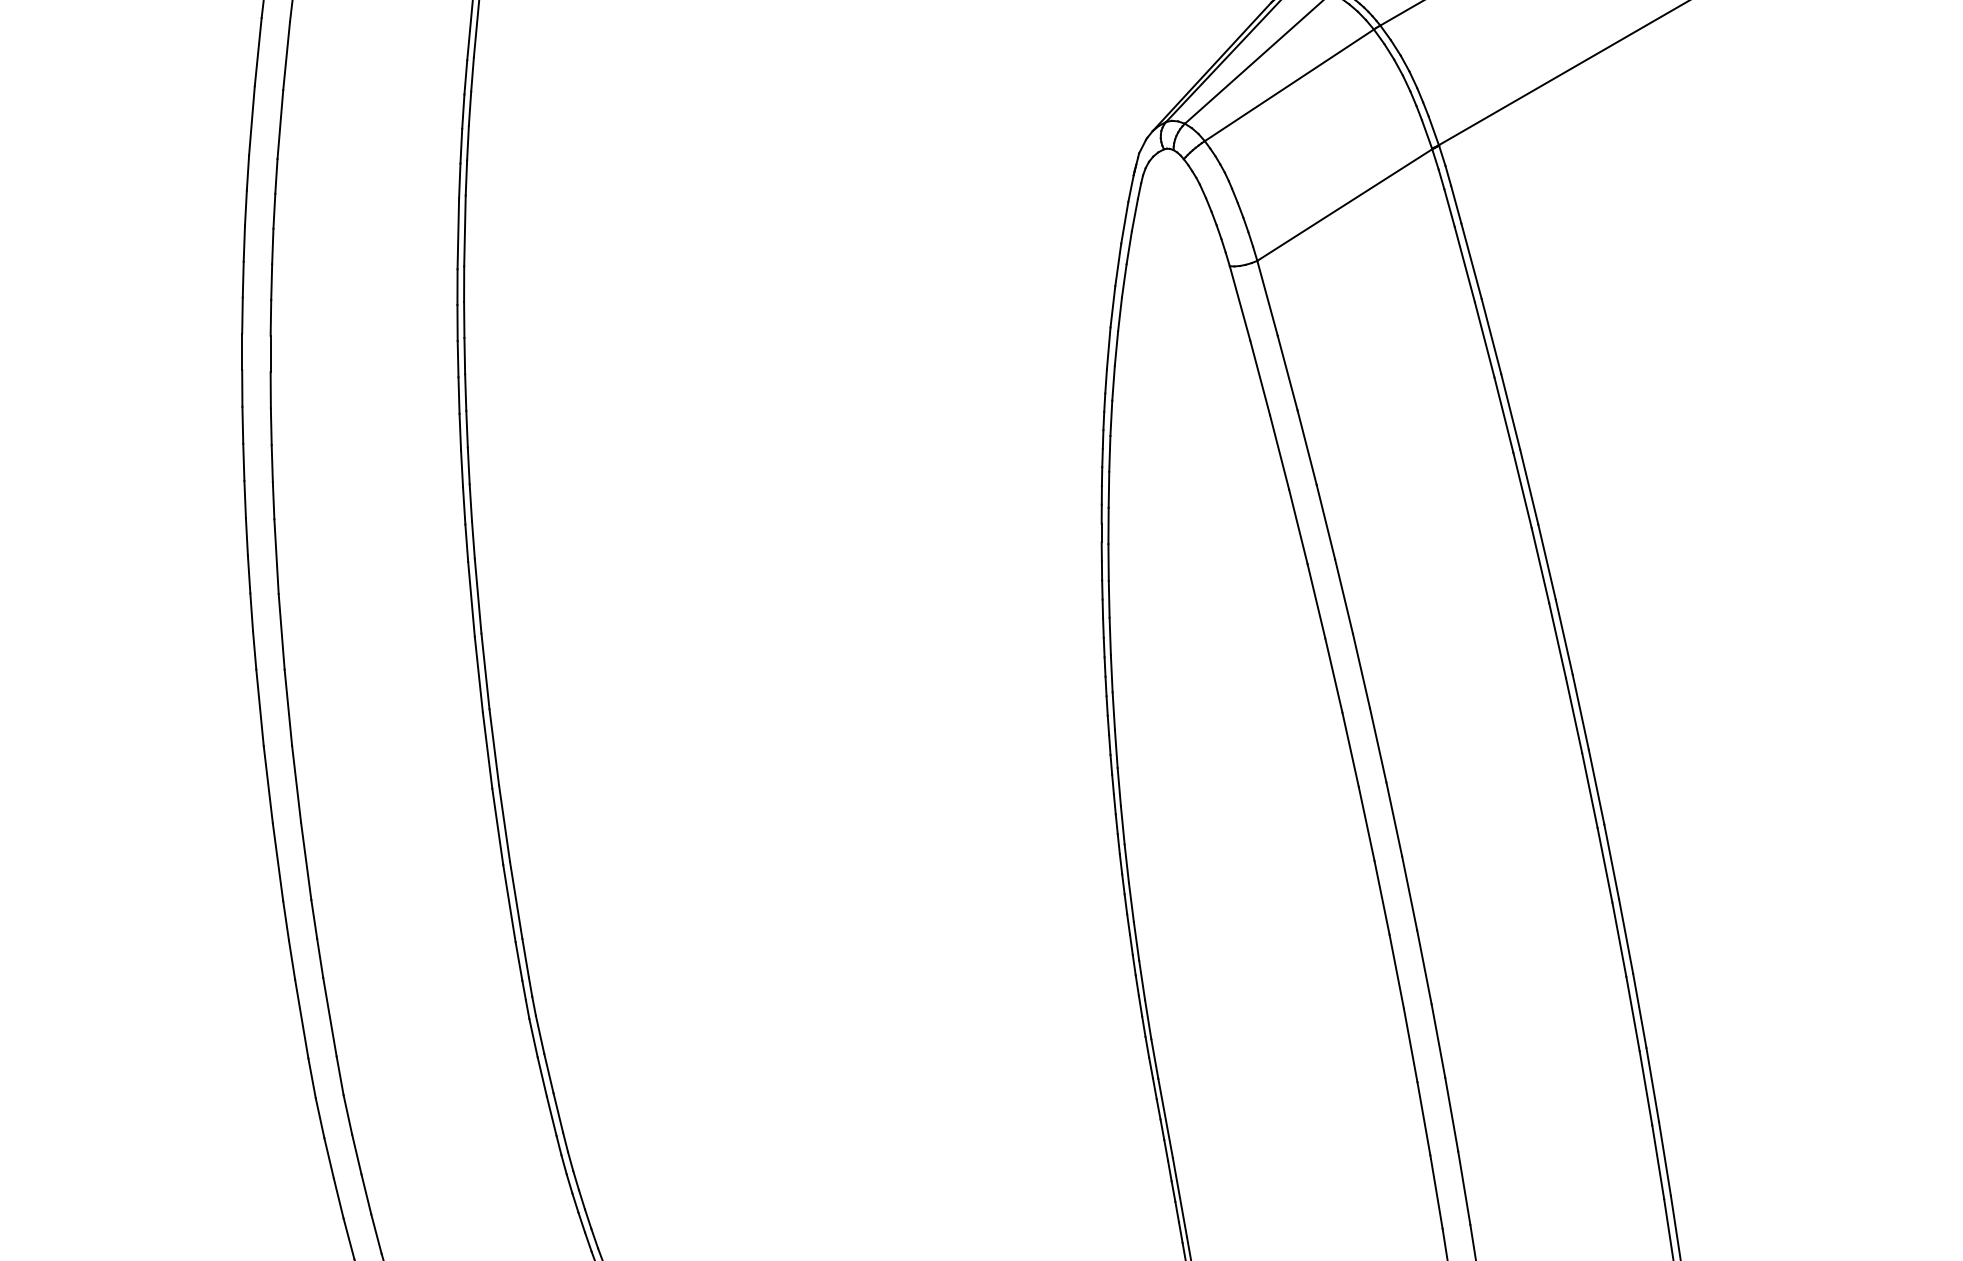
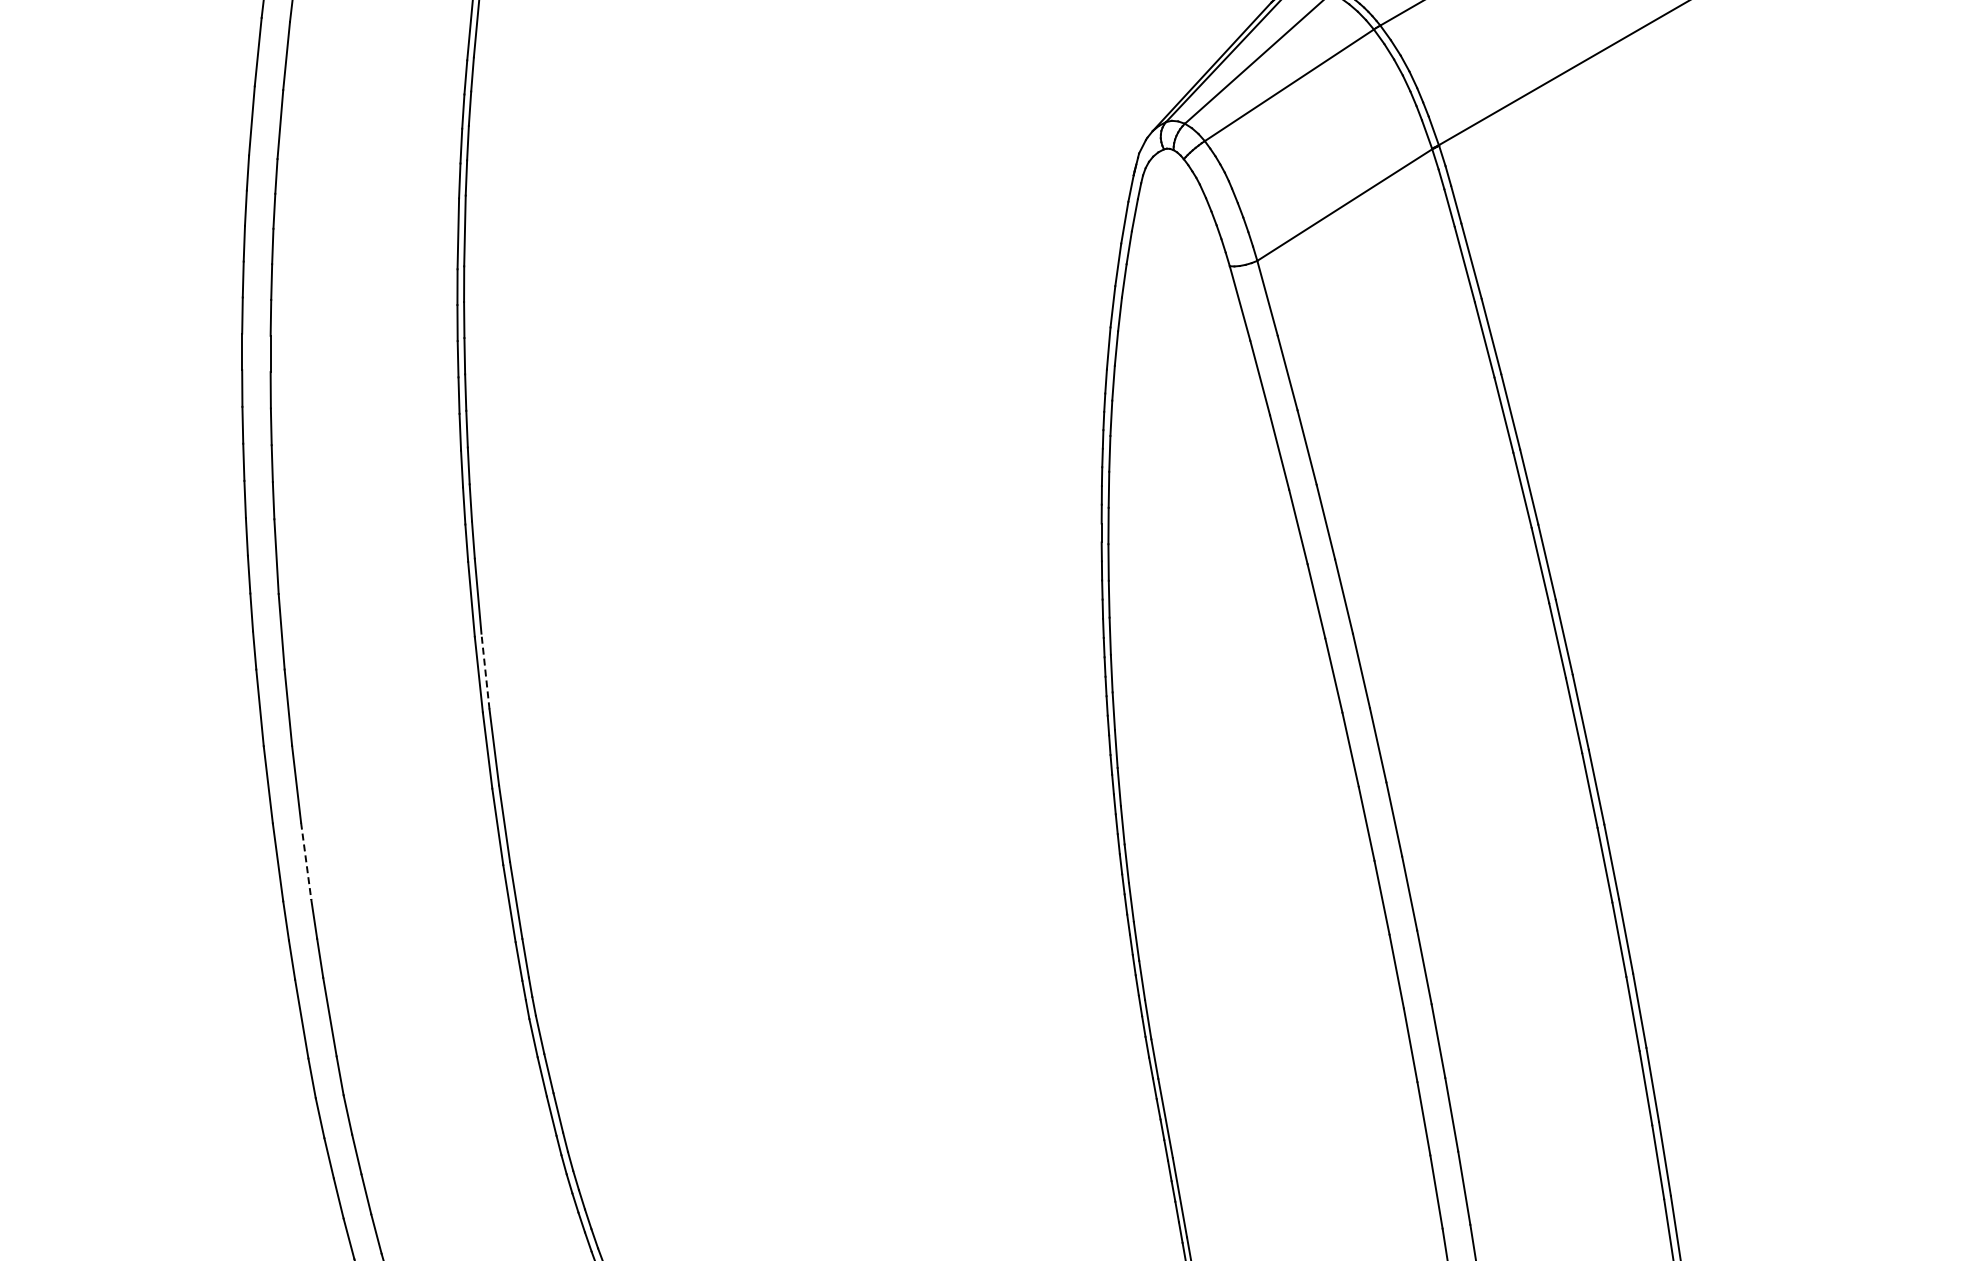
line at (485, 671): solid -> dashed
line at (306, 861): solid -> dashed
